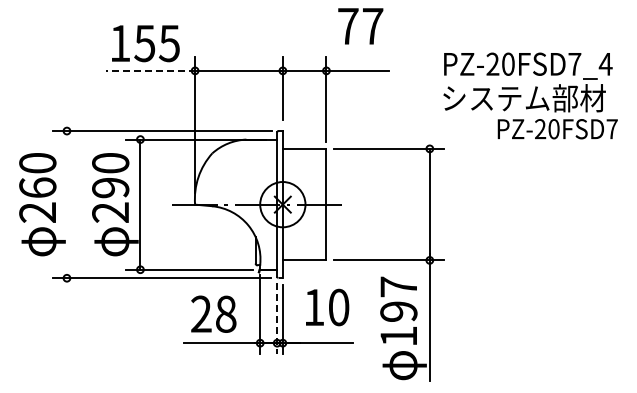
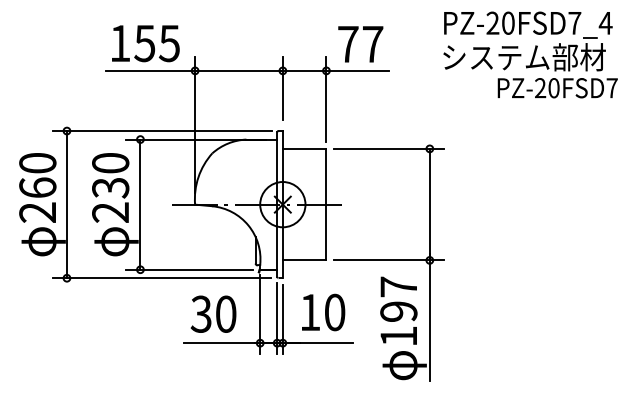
text at (360, 26) position: (360, 26) -> (360, 44)
line at (151, 70): dashed -> solid
text at (530, 95) position: (530, 95) -> (530, 54)
text at (110, 188): 290 -> 230
line at (66, 204): none -> present
text at (327, 307) position: (327, 307) -> (323, 312)
text at (213, 313): 28 -> 30
line at (277, 318): dashed -> solid
